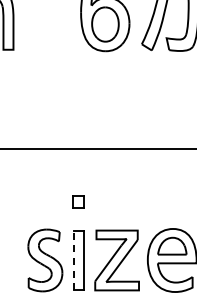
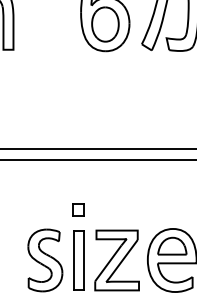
line at (97, 160): none -> present
part at (78, 201) position: (78, 201) -> (78, 209)
line at (73, 260): dashed -> solid
